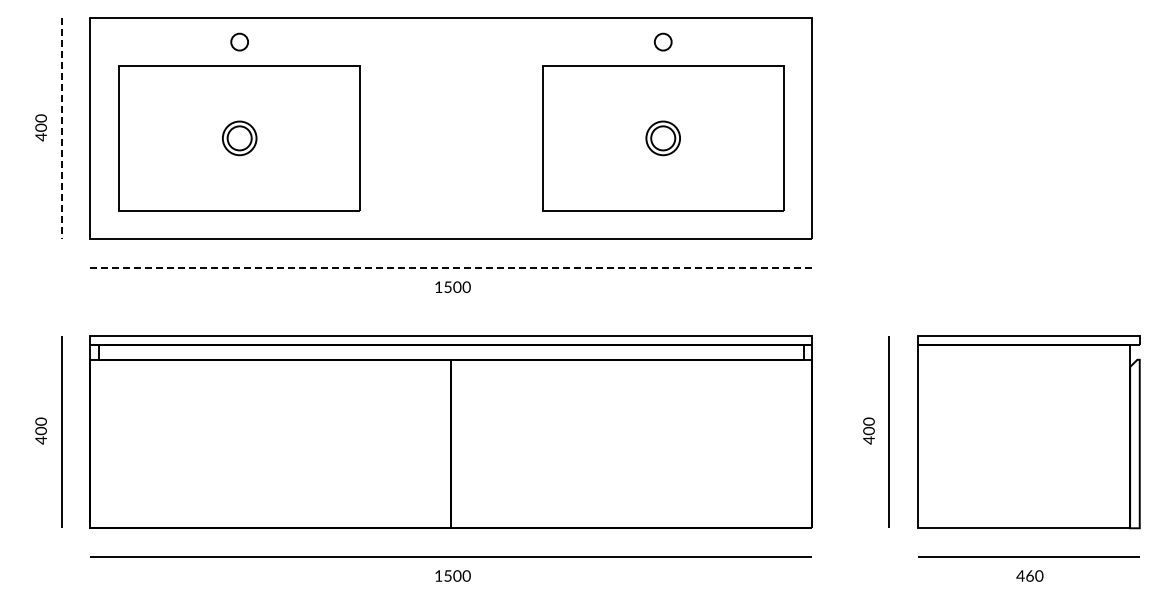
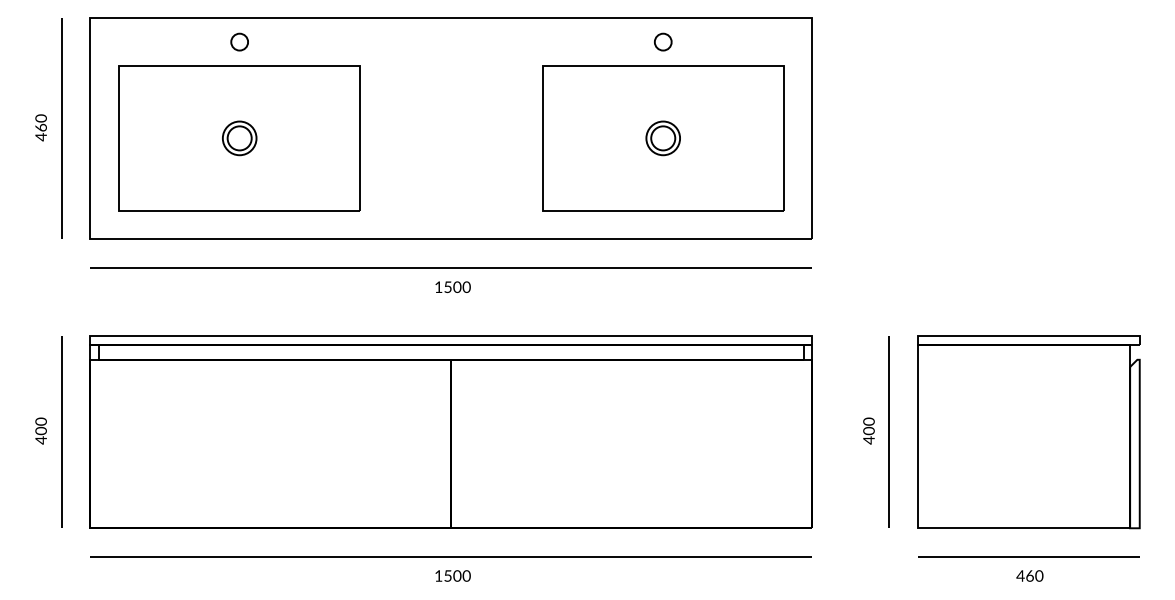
text at (40, 127): 400 -> 460
line at (61, 128): dashed -> solid
line at (451, 268): dashed -> solid
